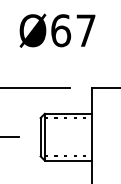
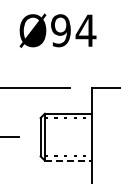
text at (73, 30): Ø67 -> Ø94
line at (68, 160): solid -> dashed
